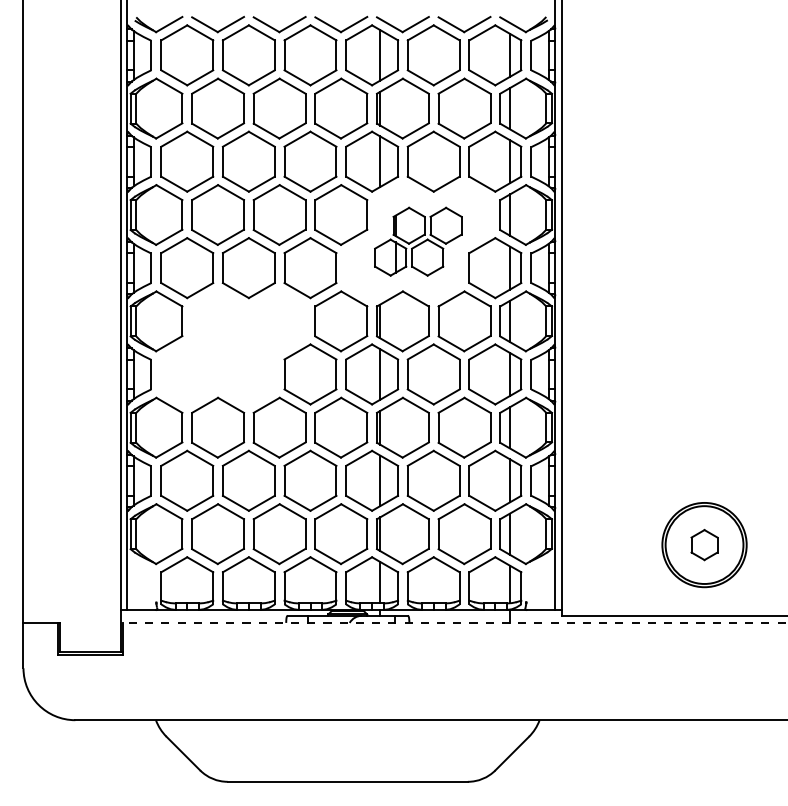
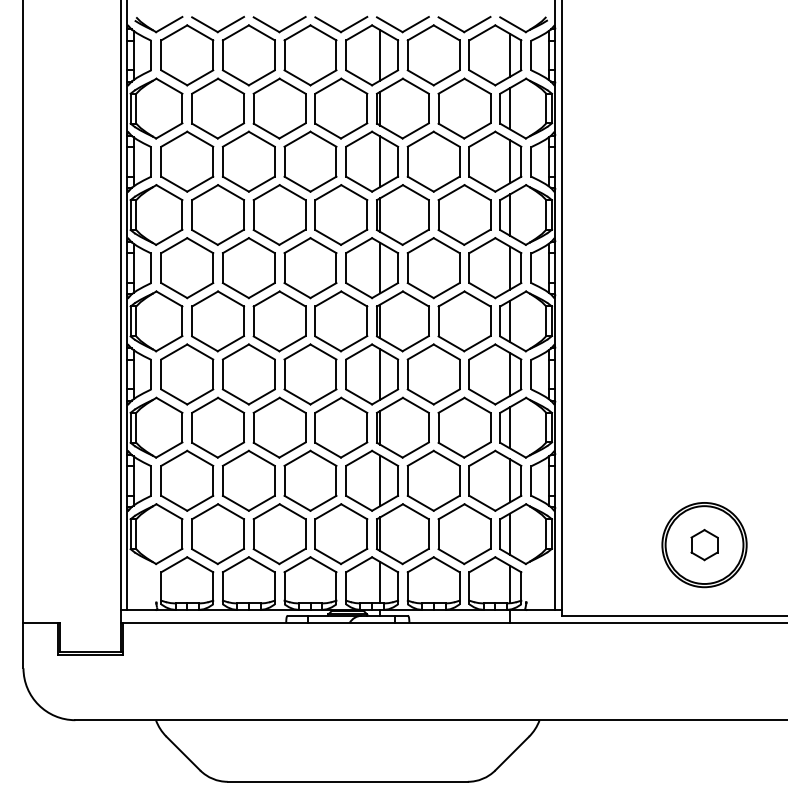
part at (418, 241) size: 89x71 px -> 147x116 px
part at (233, 347): none -> present
line at (453, 622): dashed -> solid
